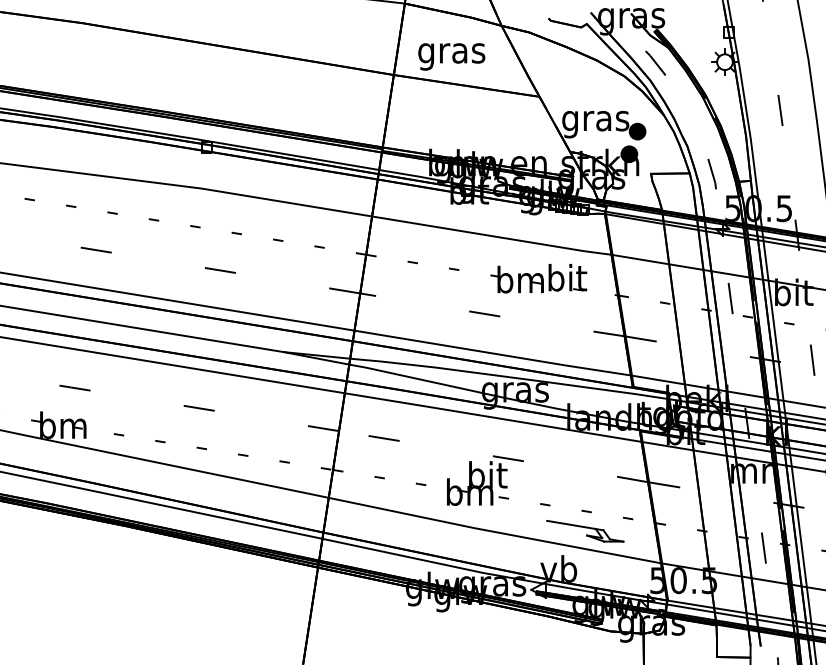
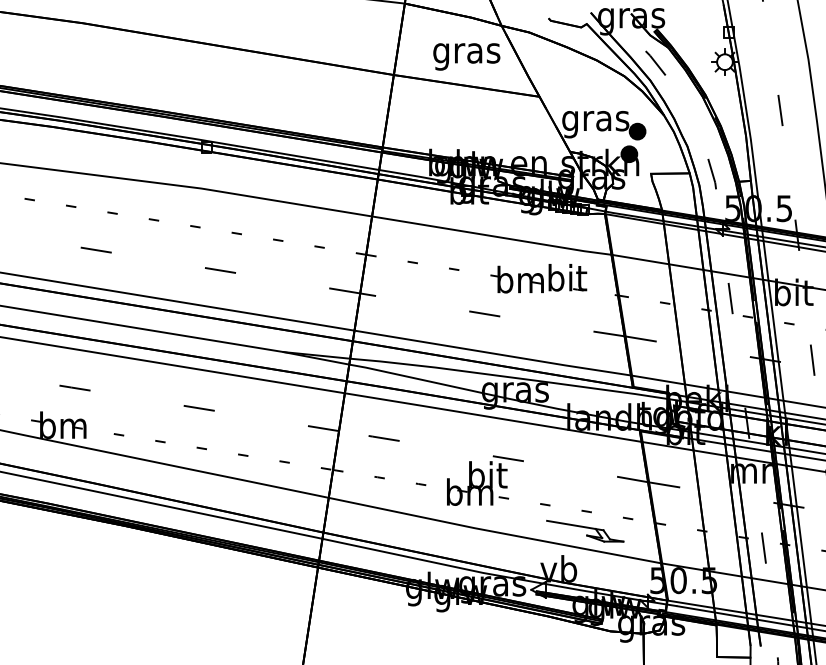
text at (451, 56) position: (451, 56) -> (466, 56)
